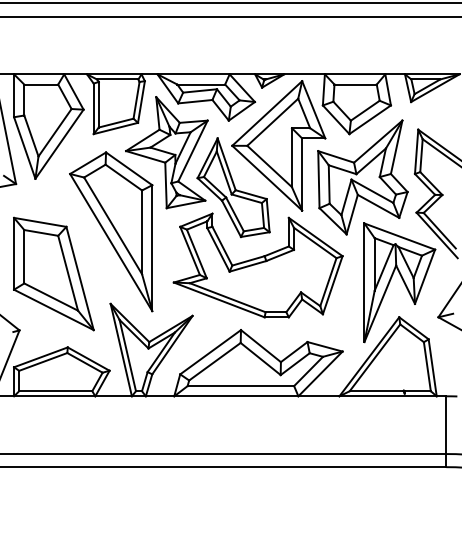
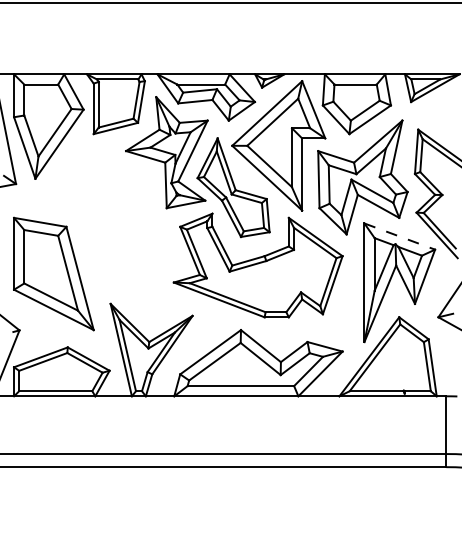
line at (230, 16): present -> none
part at (111, 231): present -> none
line at (399, 236): solid -> dashed
